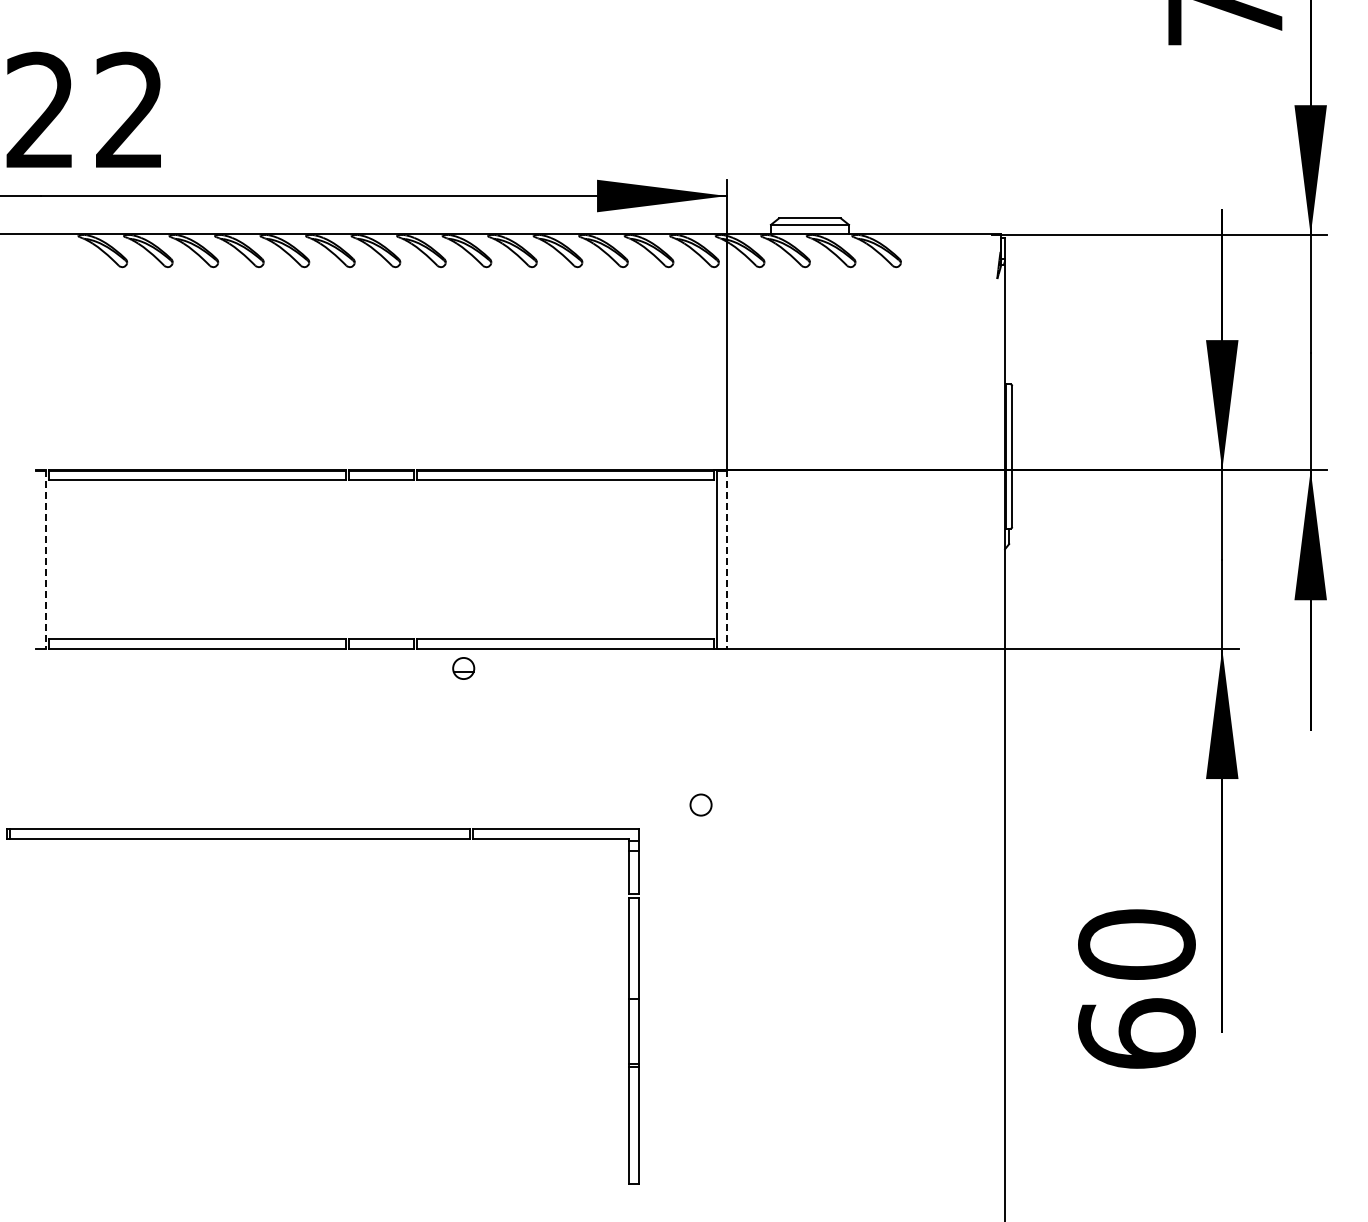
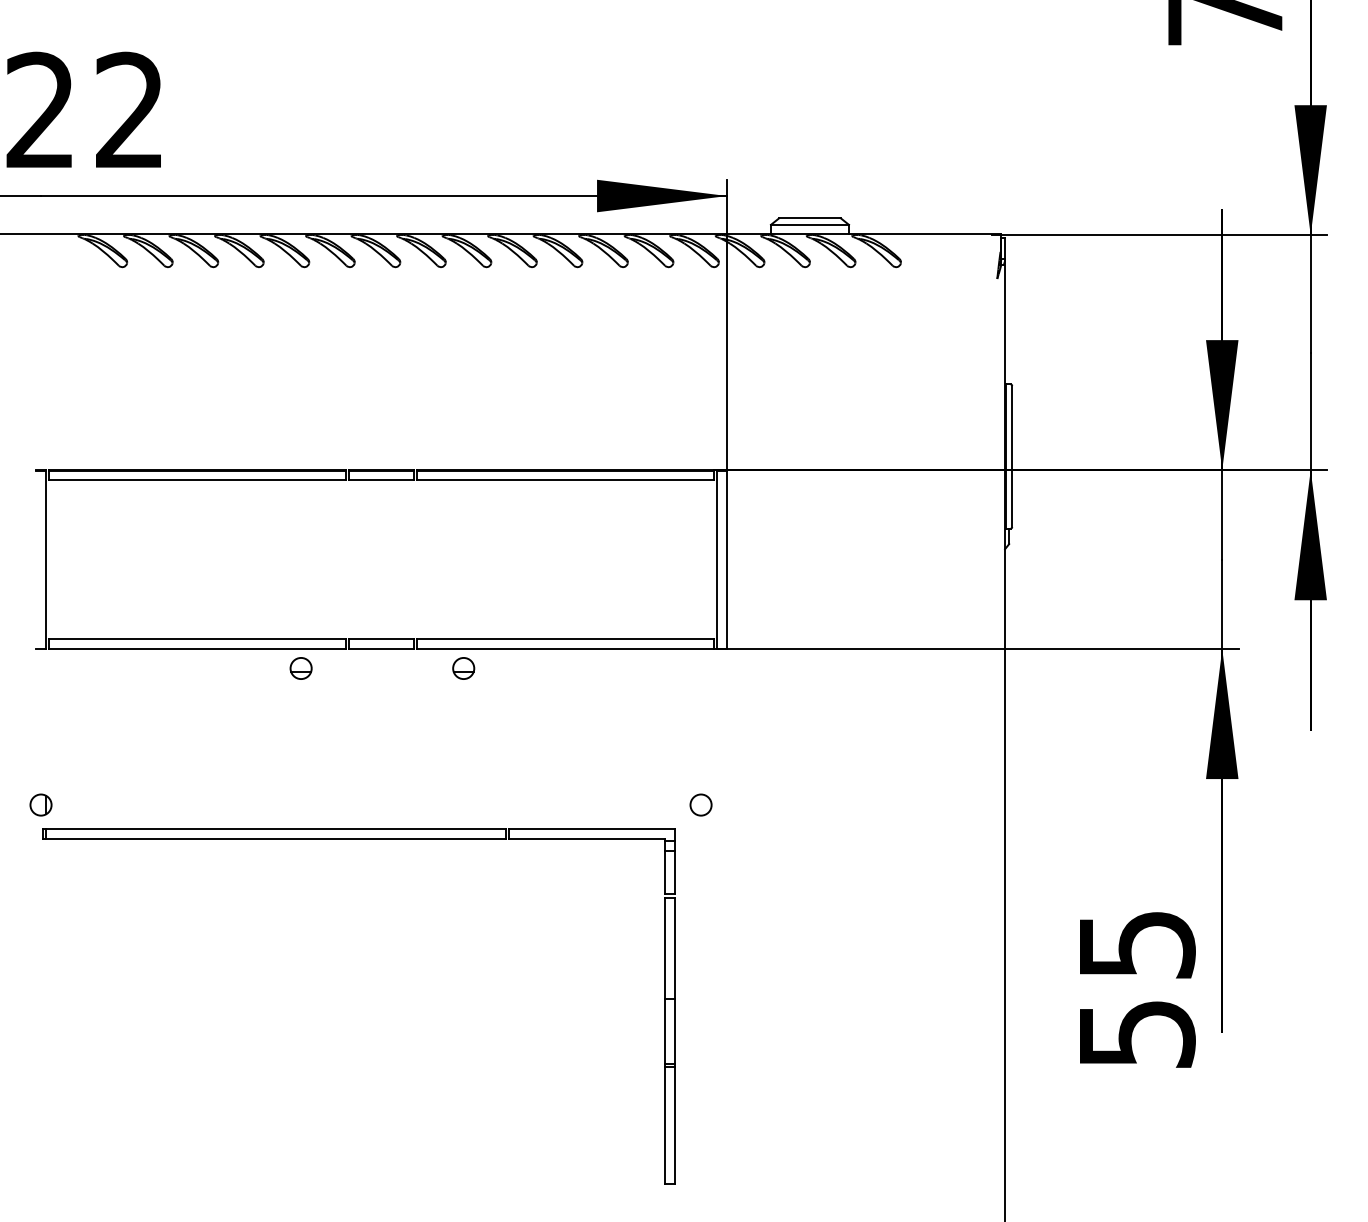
line at (45, 560): dashed -> solid
line at (727, 560): dashed -> solid
part at (300, 668): none -> present
part at (40, 804): none -> present
part at (322, 839) position: (322, 839) -> (358, 839)
text at (1136, 988): 60 -> 55
